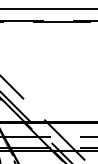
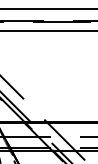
line at (48, 31): none -> present
